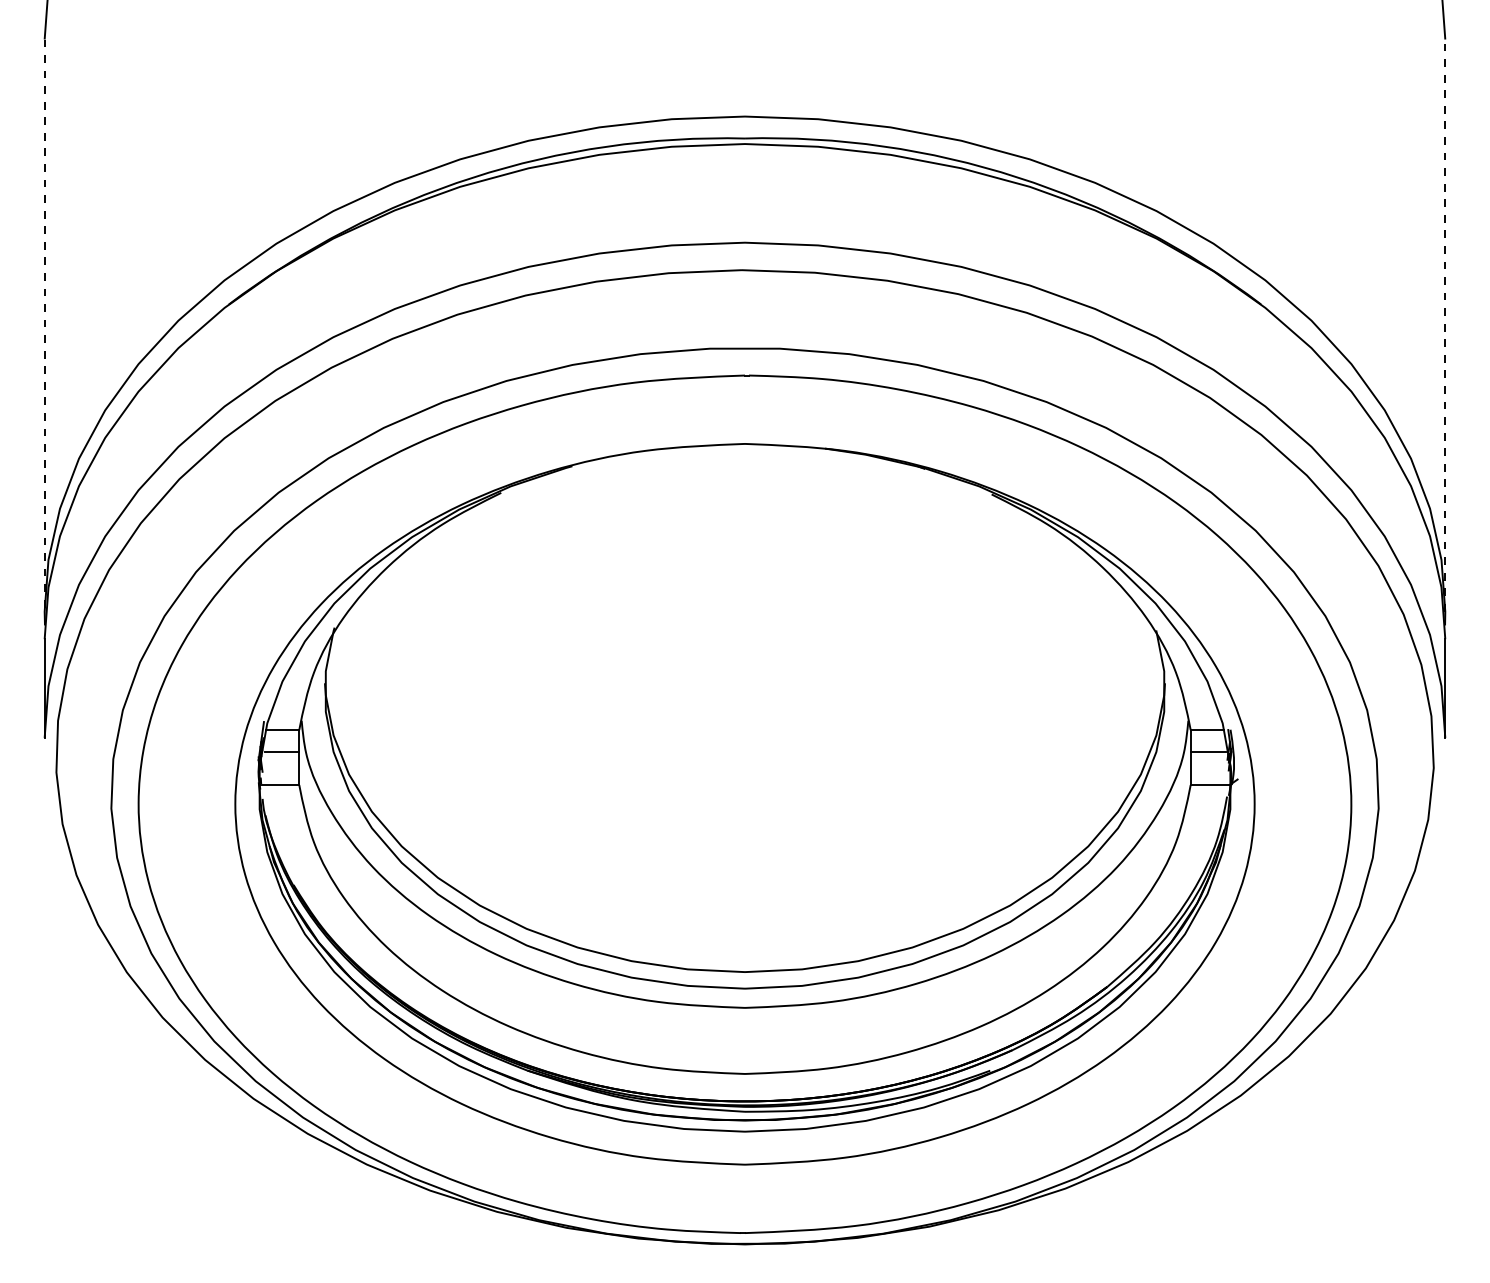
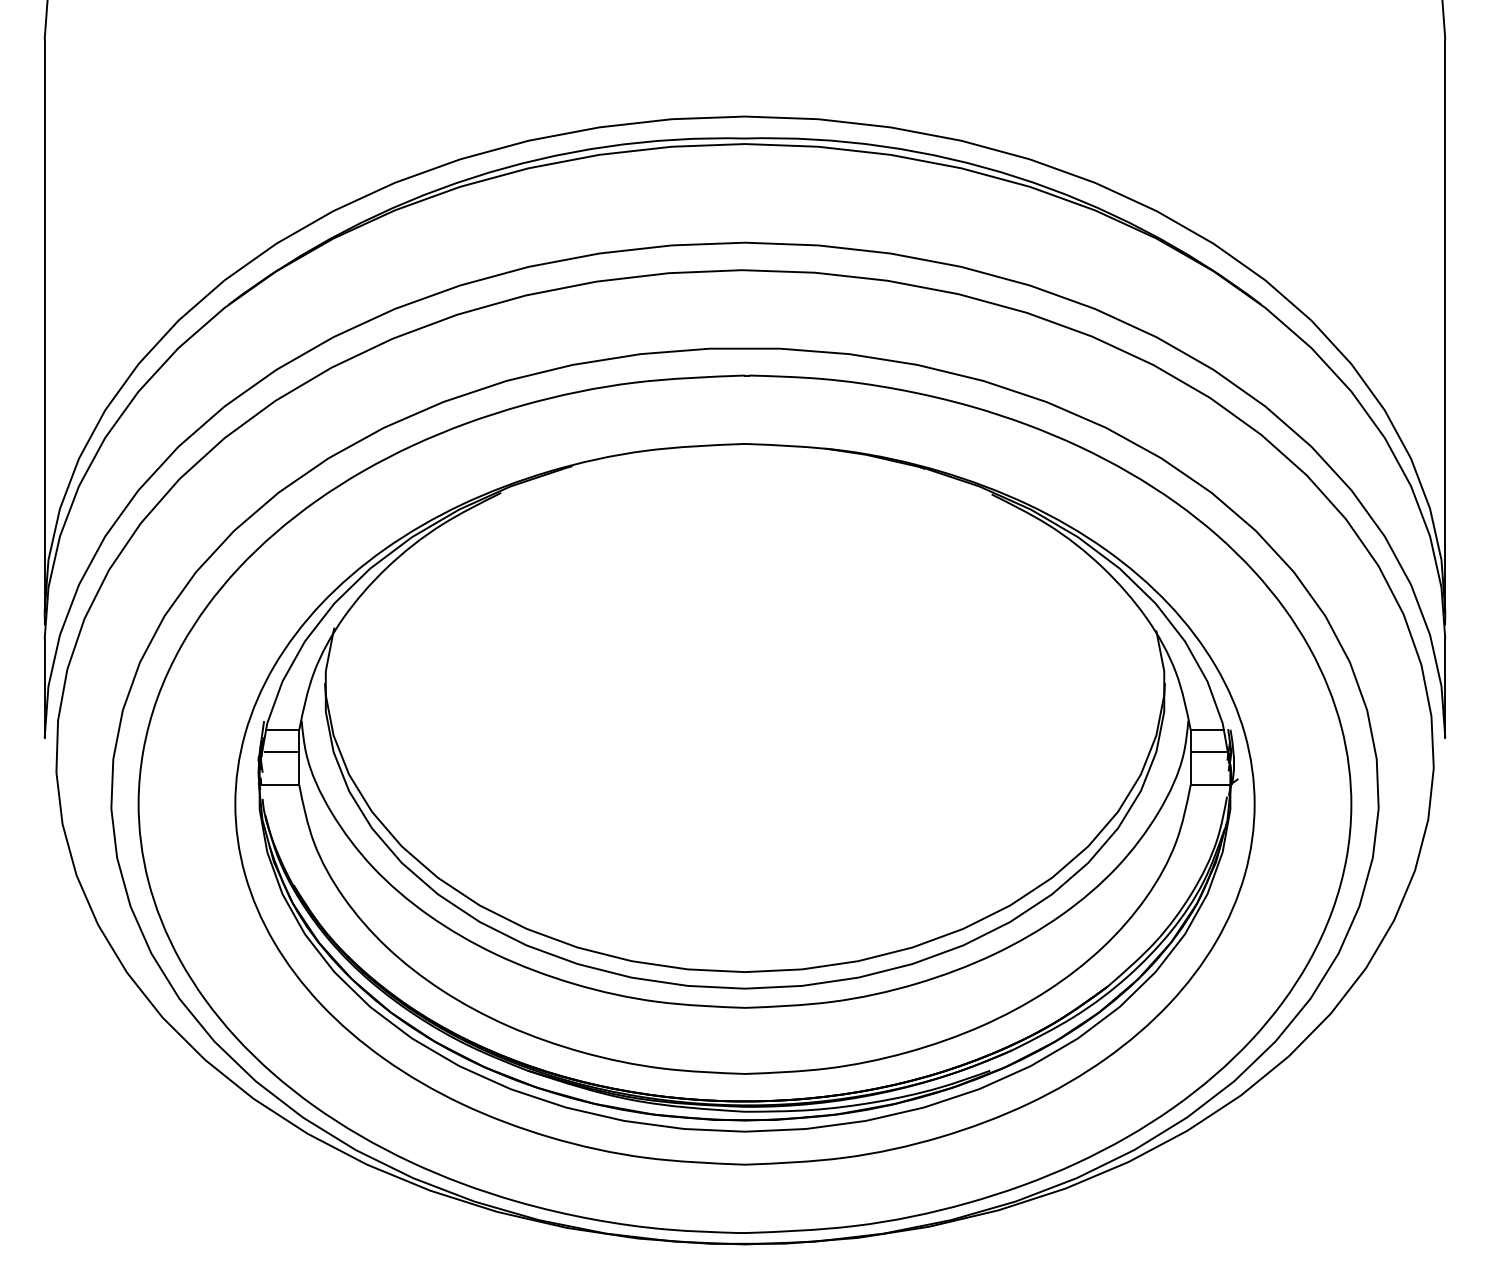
line at (1445, 325): dashed -> solid
line at (44, 326): dashed -> solid
